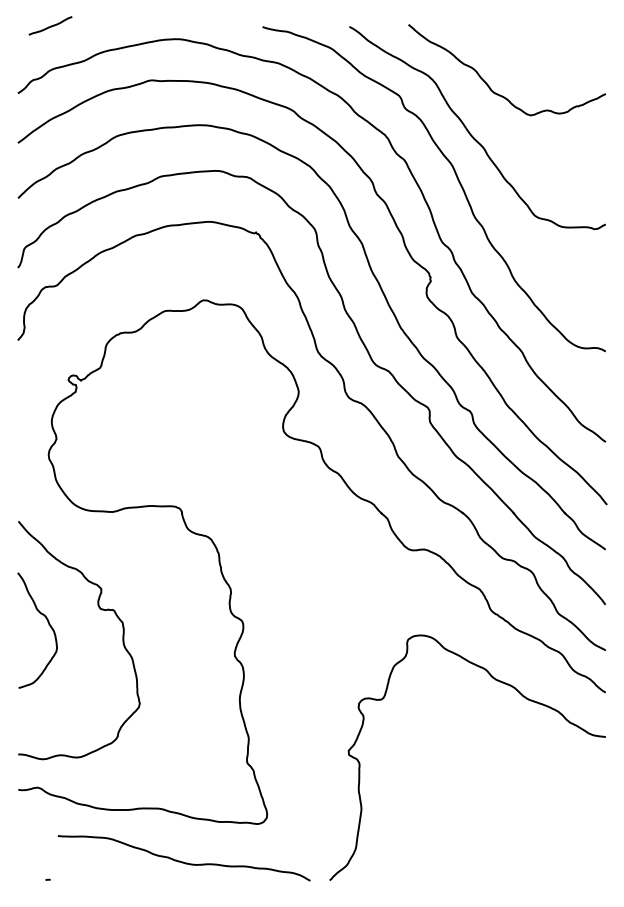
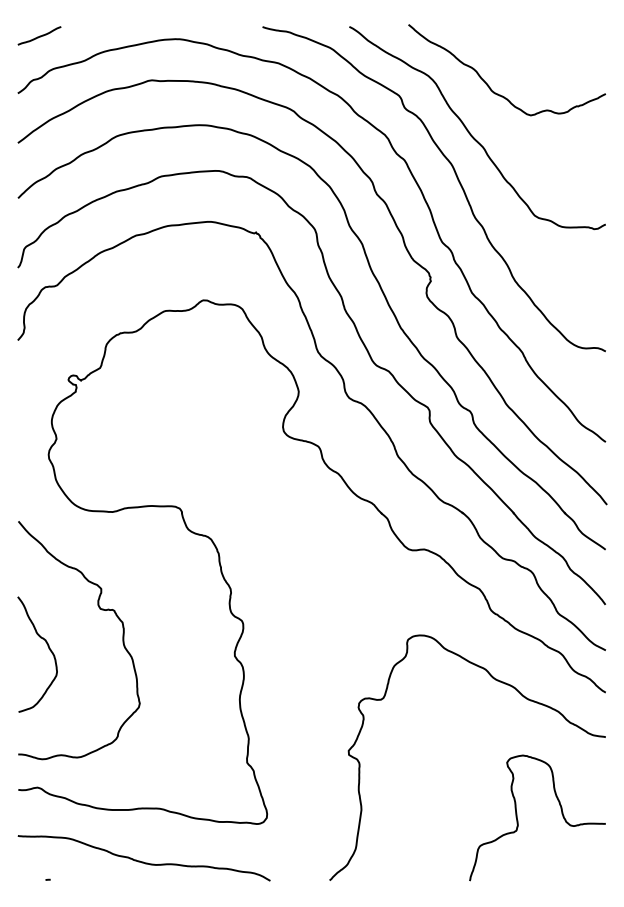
curve at (50, 25) position: (50, 25) -> (39, 35)
curve at (48, 624) position: (48, 624) -> (48, 648)
curve at (518, 820): none -> present
curve at (183, 861) position: (183, 861) -> (143, 861)
